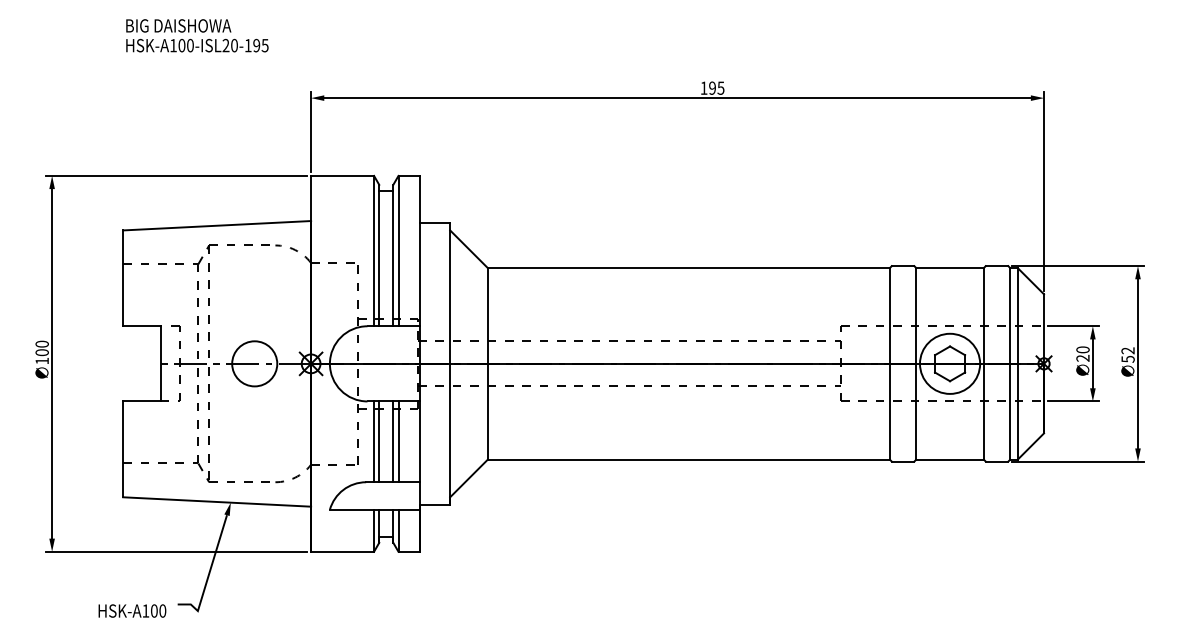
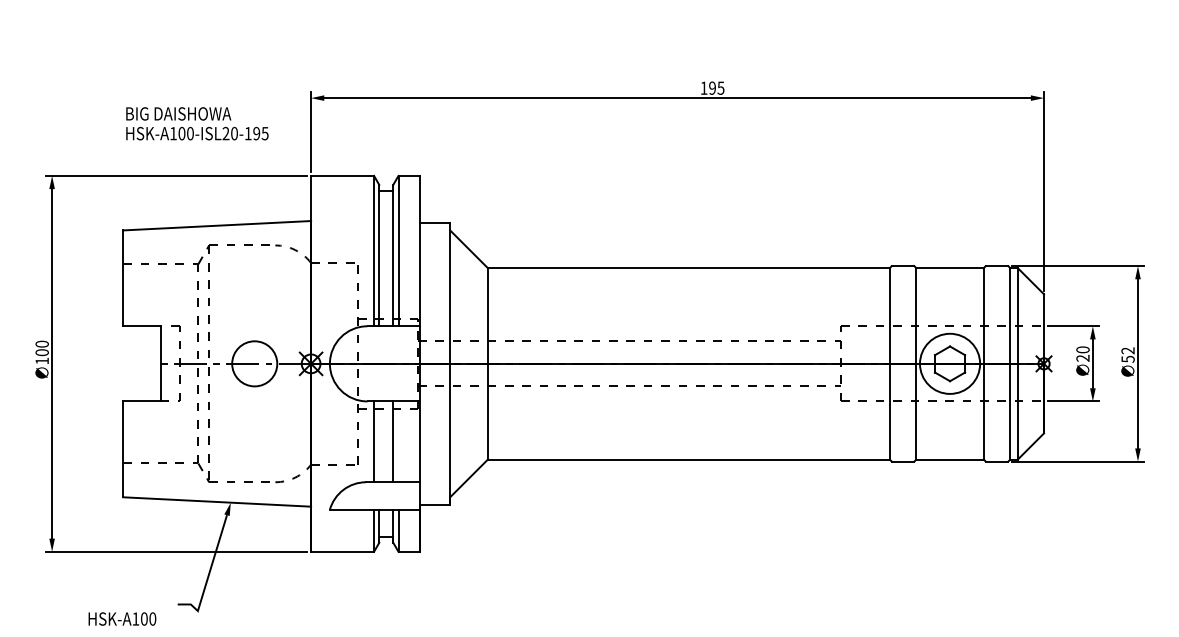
text at (197, 35) position: (197, 35) -> (197, 123)
line at (379, 441): present -> none
line at (398, 441): present -> none
text at (132, 610) position: (132, 610) -> (122, 618)
